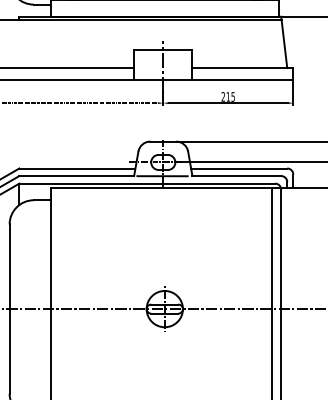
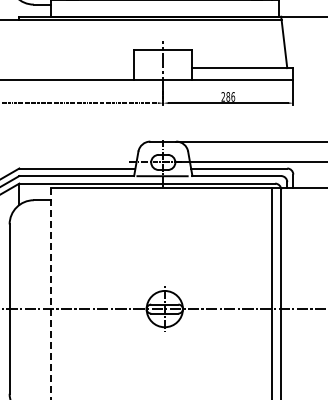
line at (68, 68): present -> none
text at (230, 96): 215 -> 286
line at (50, 294): solid -> dashed
